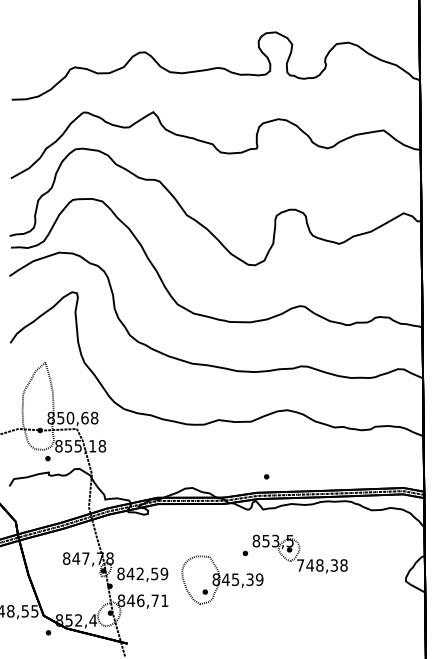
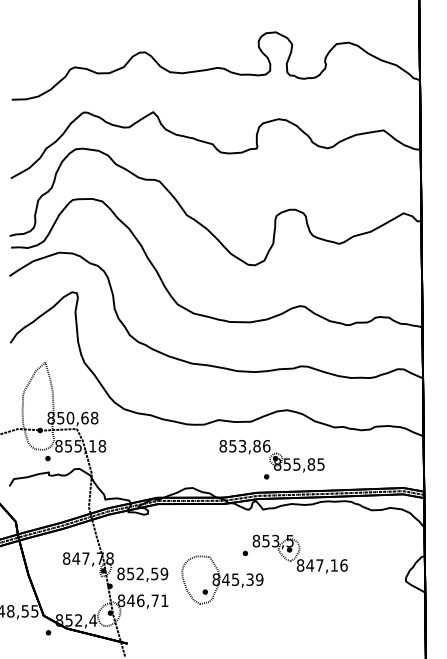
part at (271, 456): none -> present
text at (321, 565): 748,38 -> 847,16
text at (130, 573): 842,59 -> 852,59
